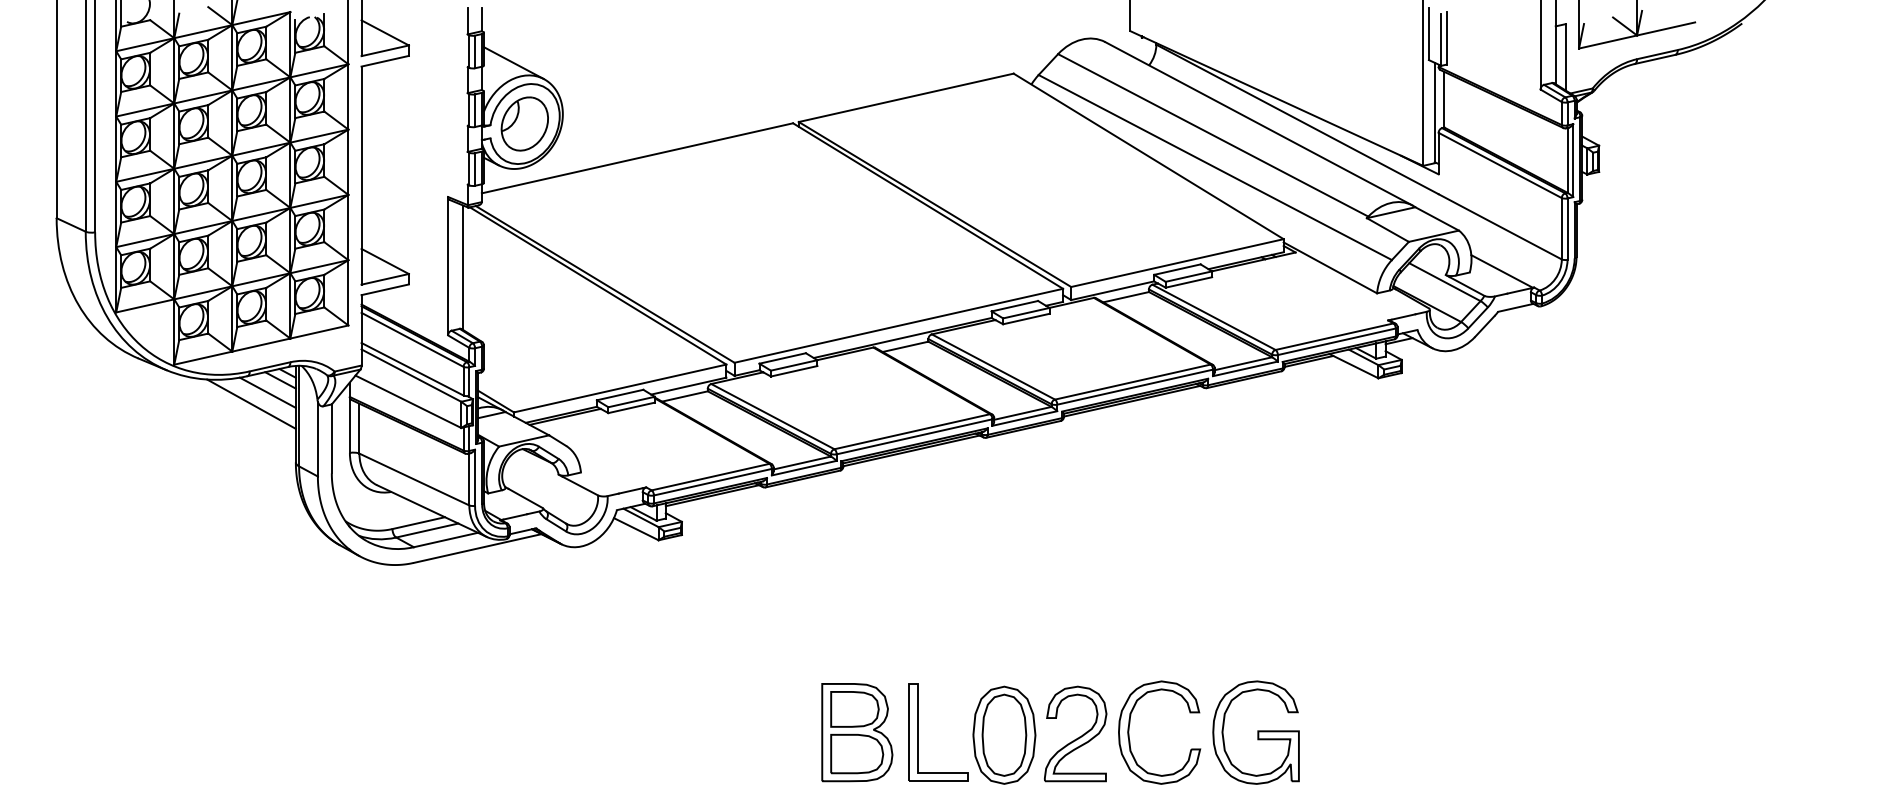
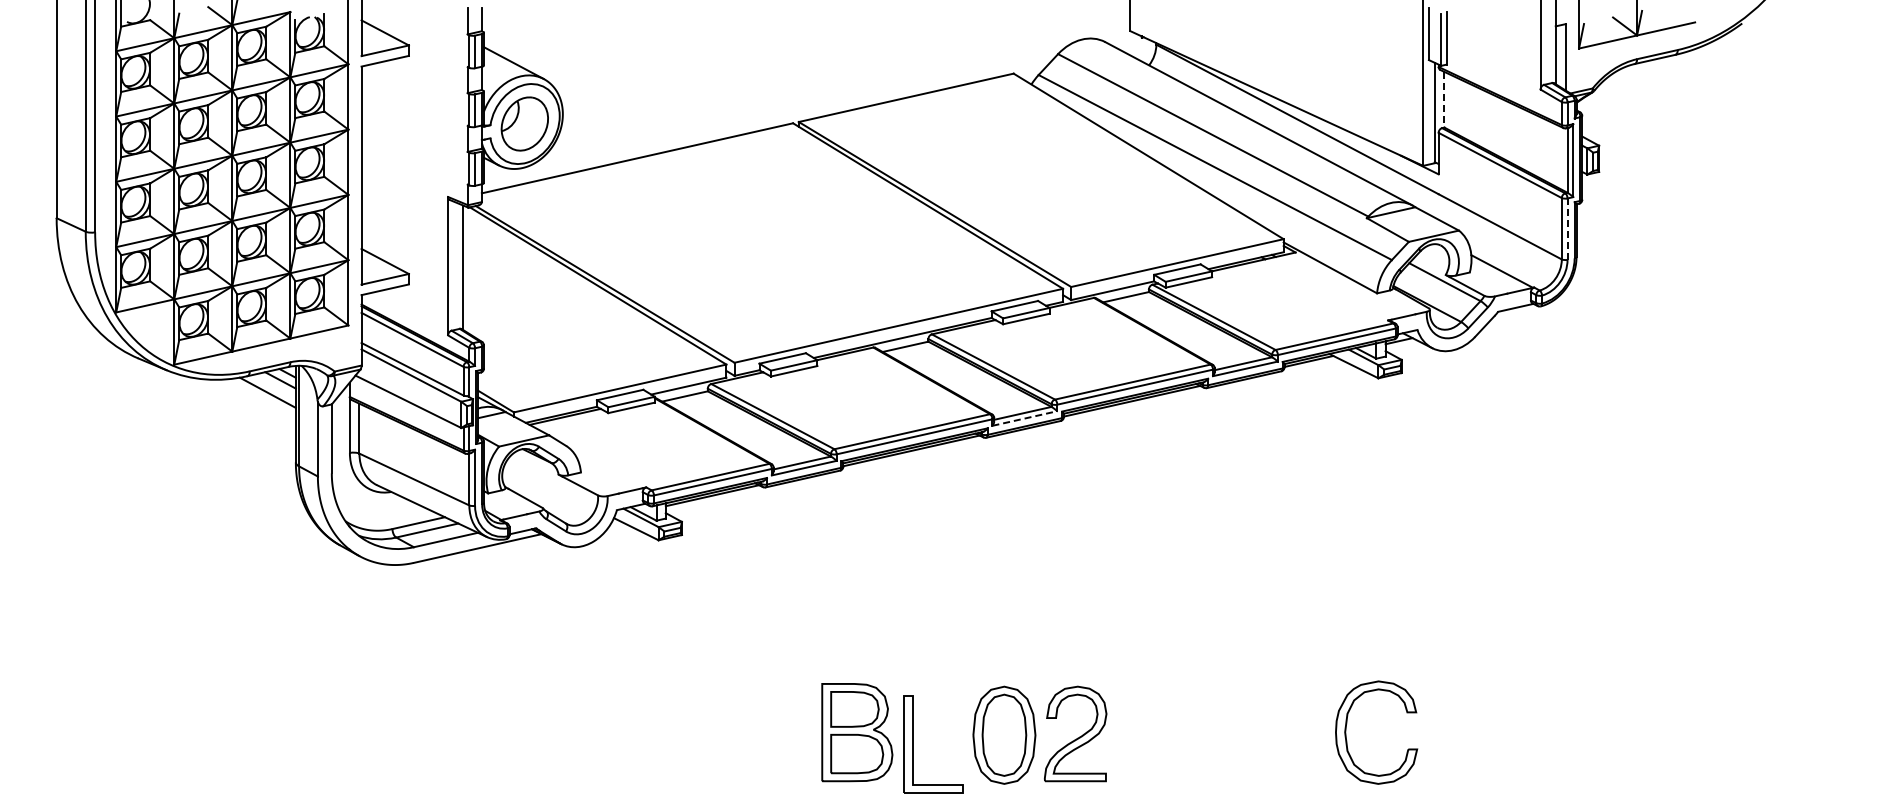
line at (1444, 99): solid -> dashed
line at (1567, 229): solid -> dashed
line at (251, 403): present -> none
line at (1025, 418): solid -> dashed
part at (918, 732) position: (918, 732) -> (913, 744)
part at (1129, 732) position: (1129, 732) -> (1346, 732)
part at (1255, 732): present -> none
